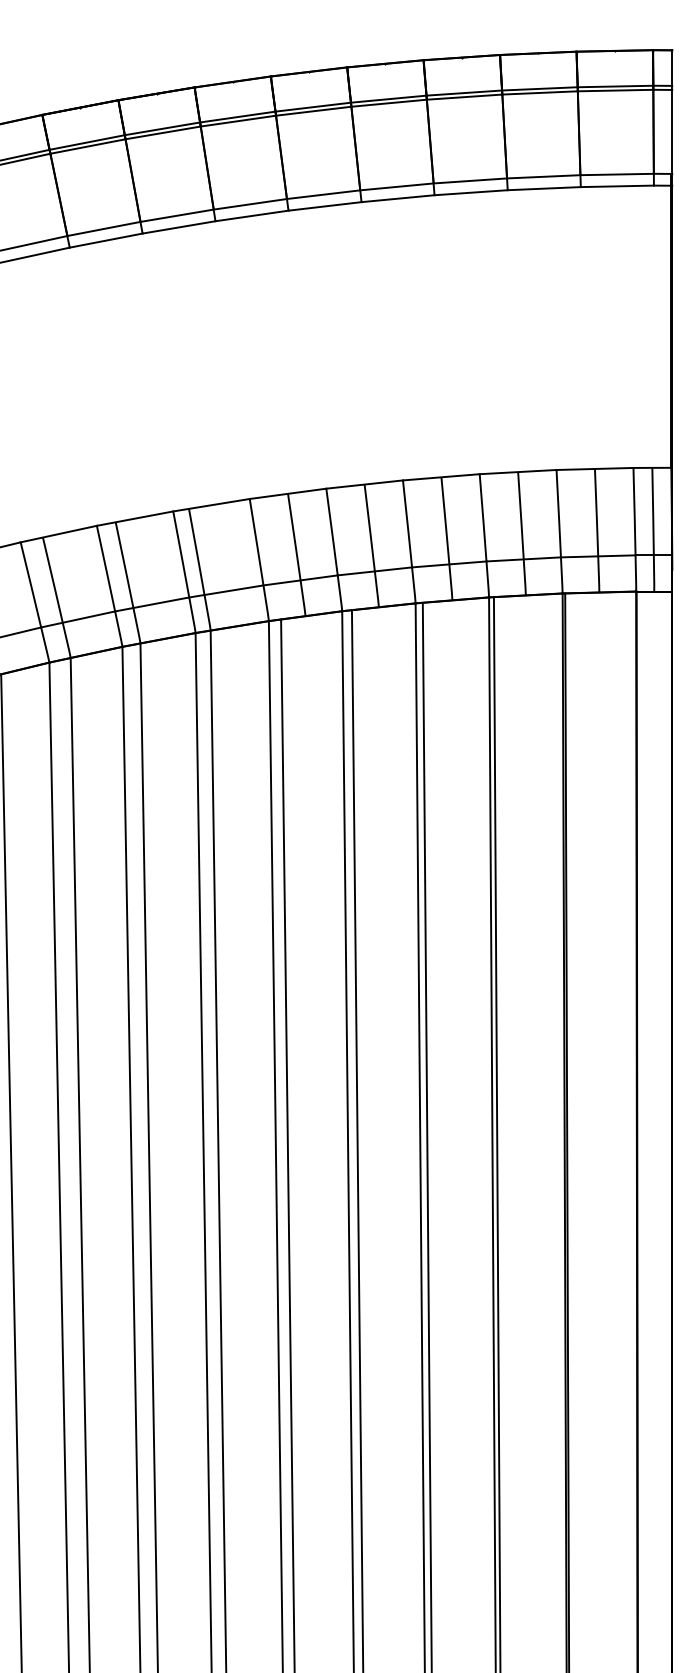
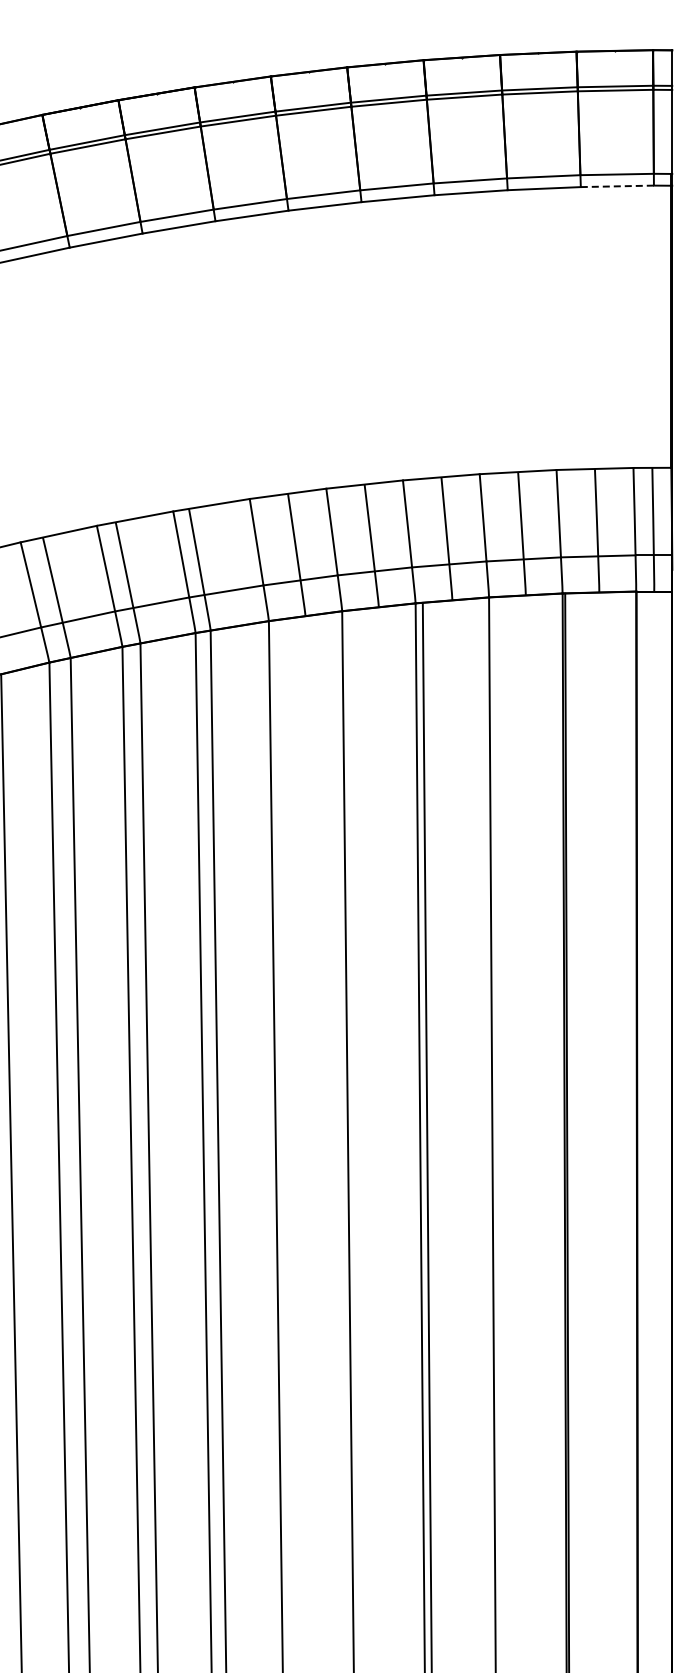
line at (617, 186): solid -> dashed
line at (496, 1133): present -> none
line at (357, 1139): present -> none
line at (287, 1144): present -> none
